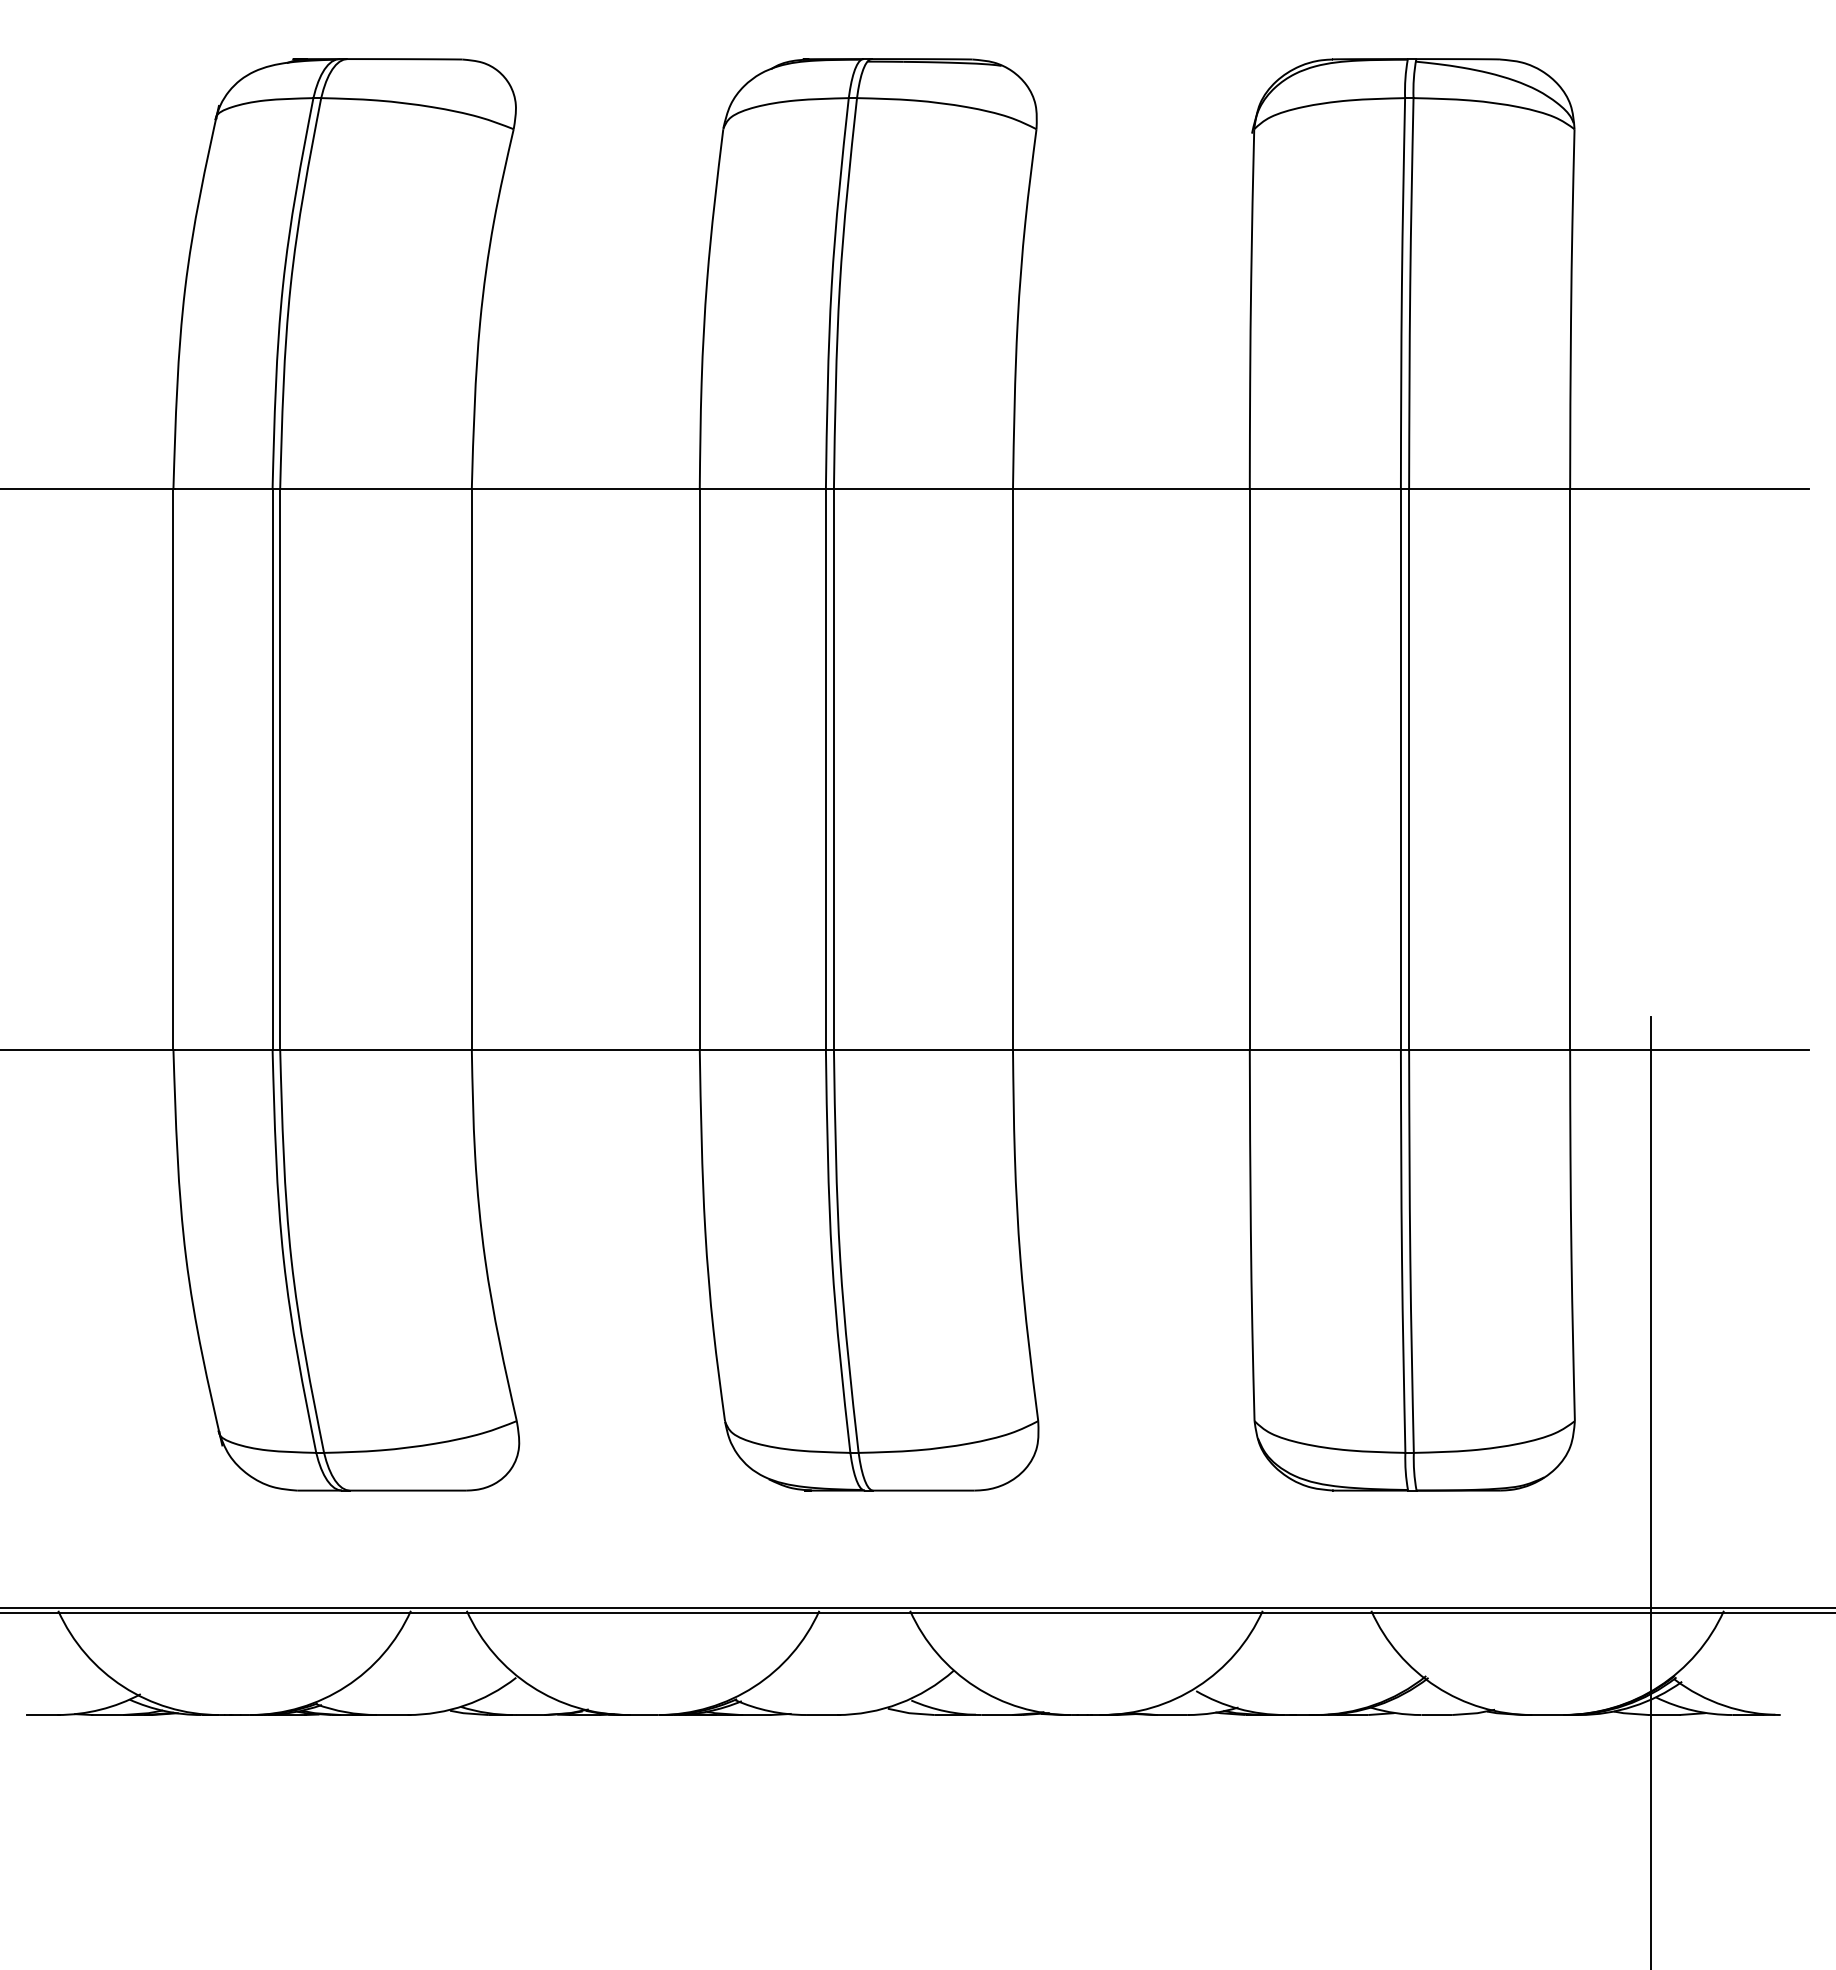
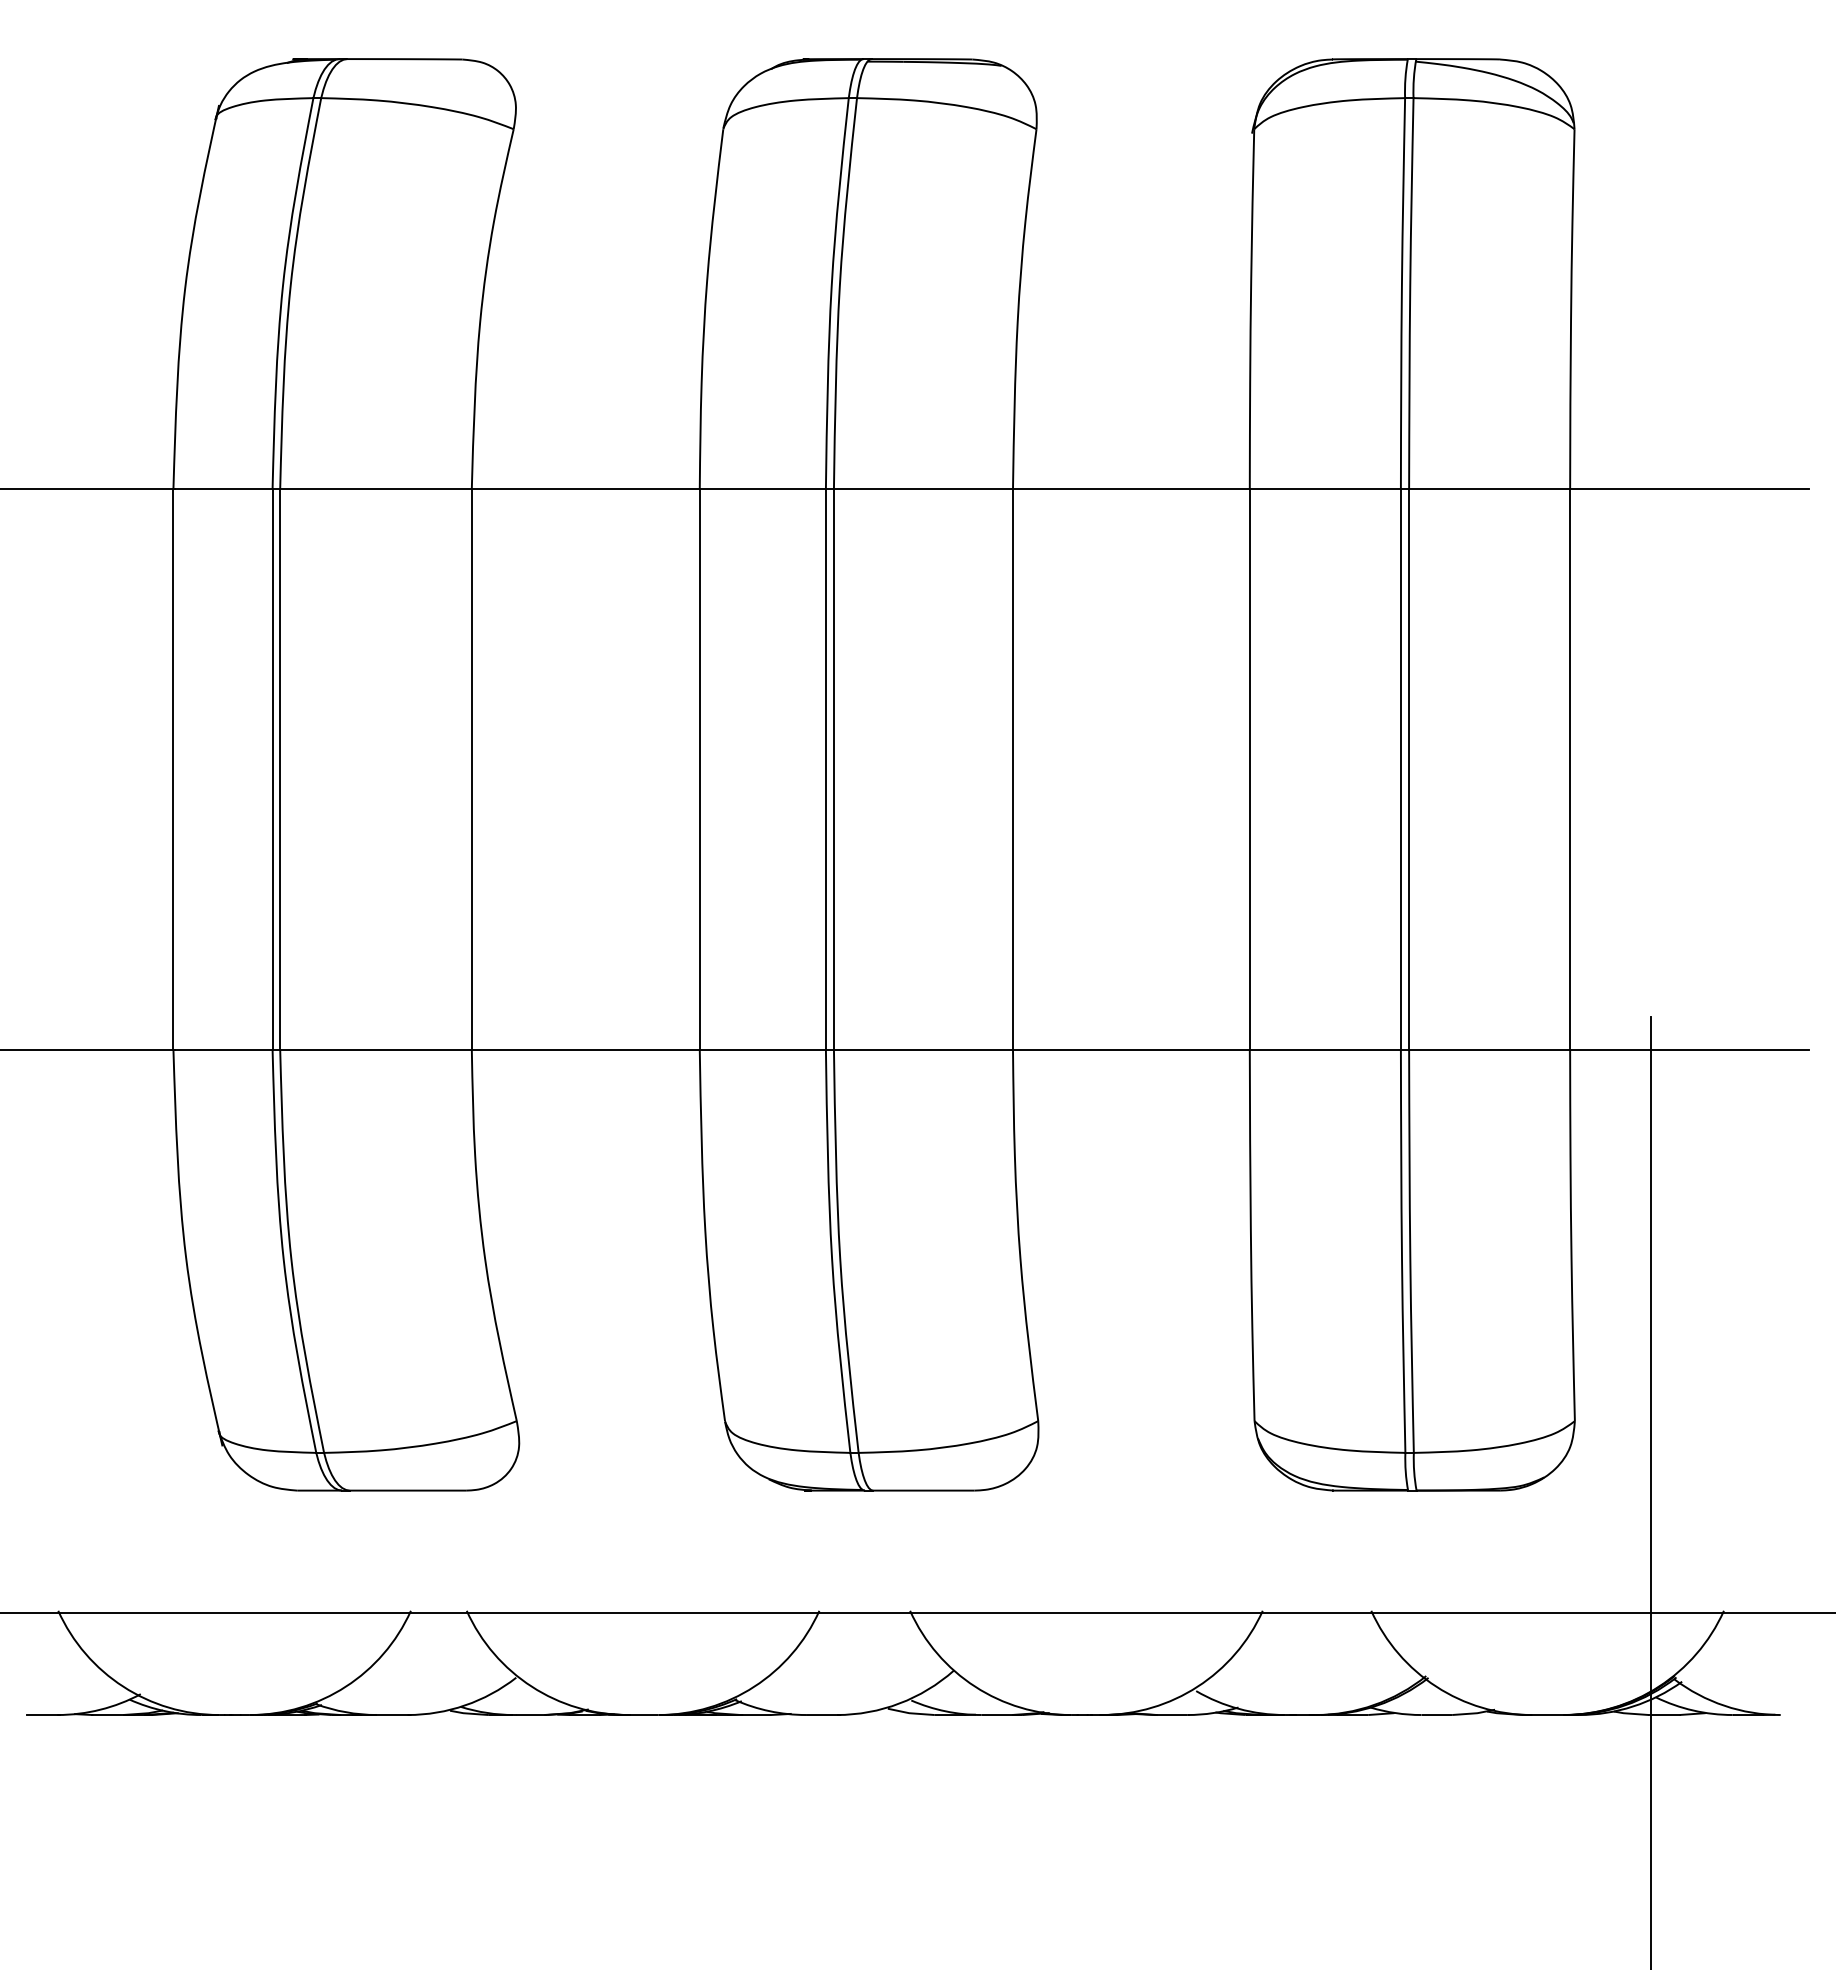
line at (917, 1607): present -> none
